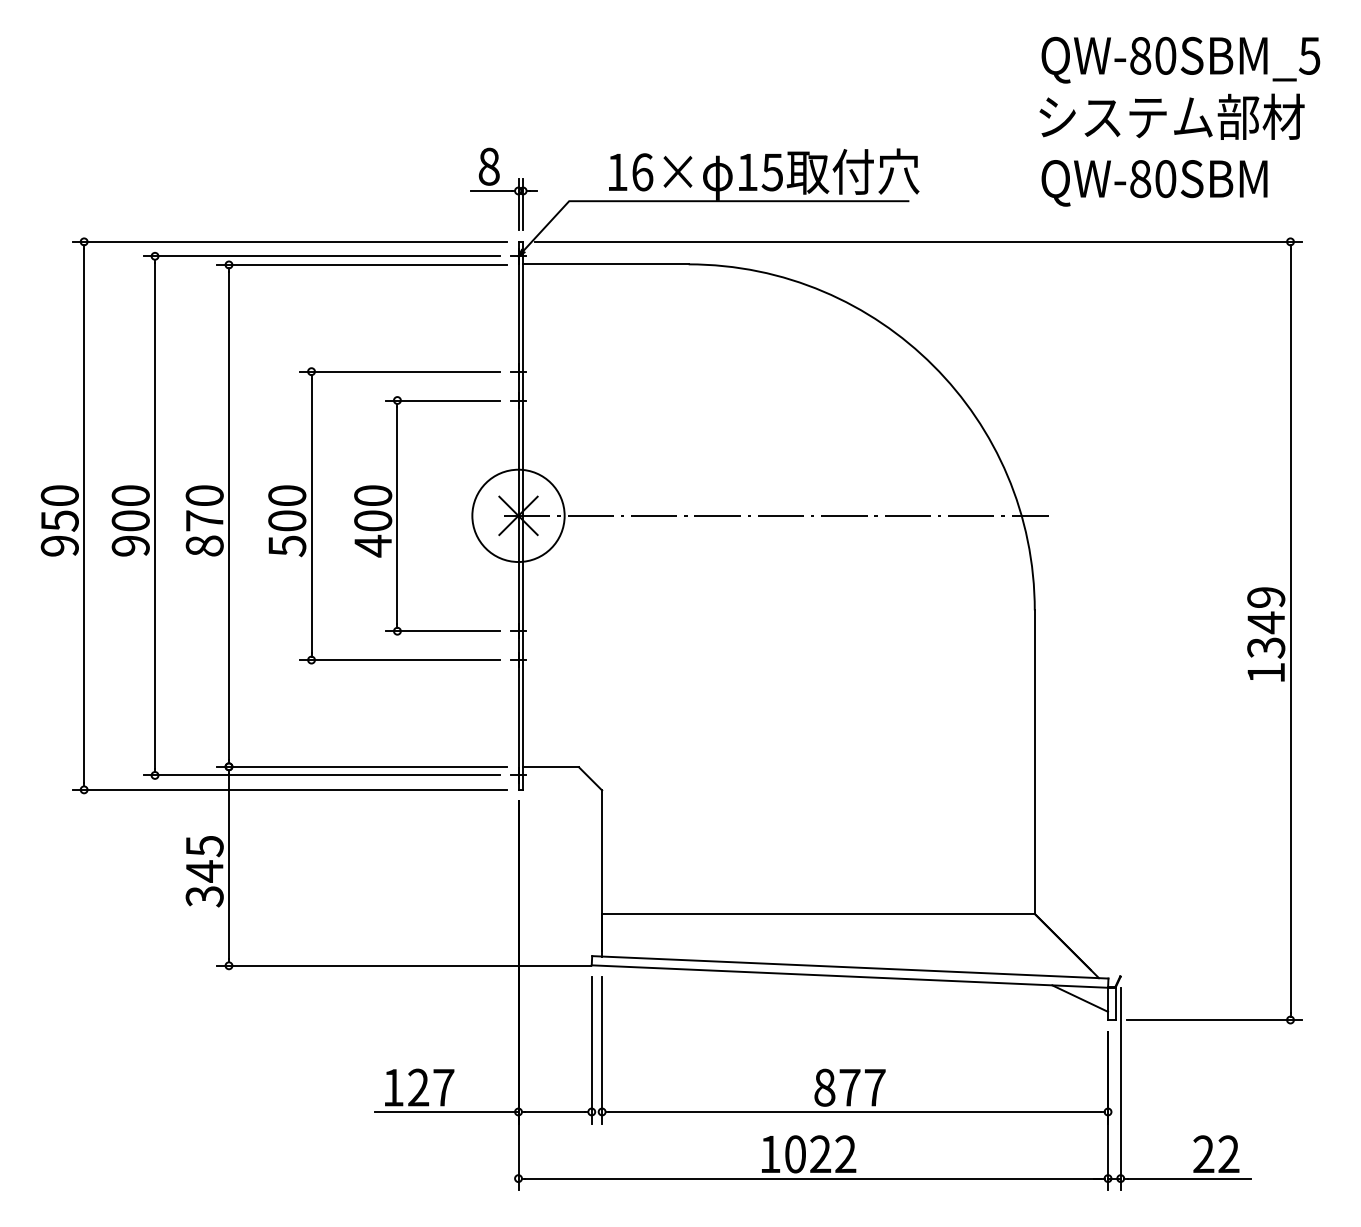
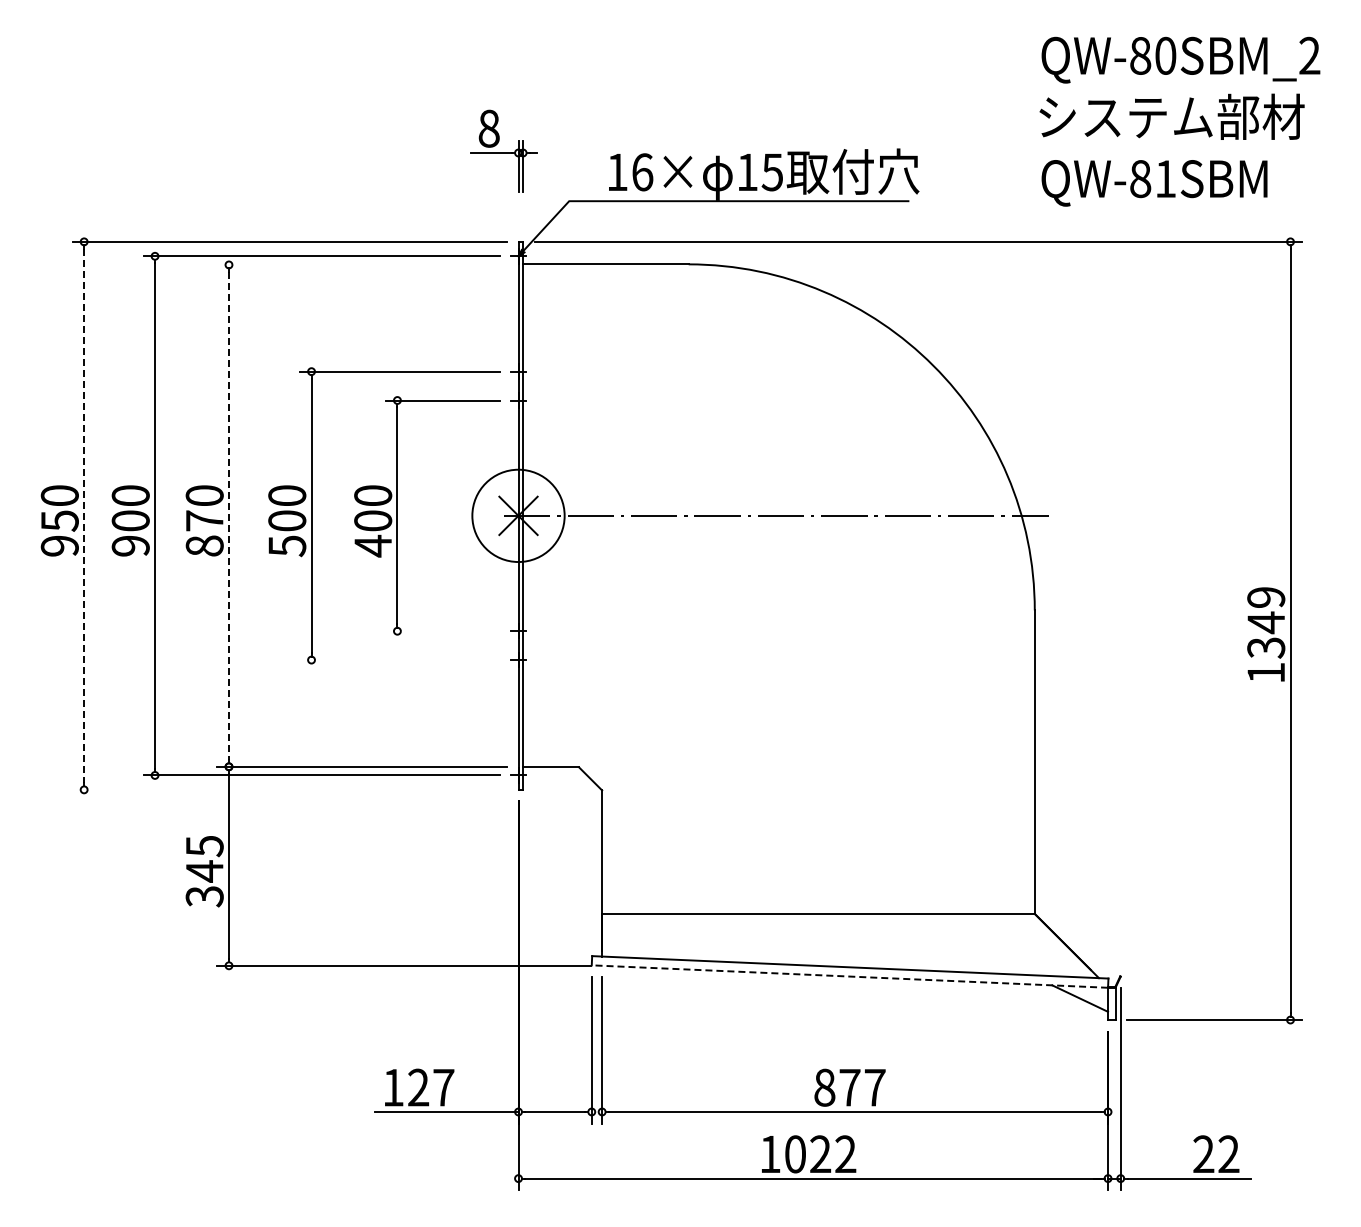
text at (1309, 55): QW-80SBM_5 -> QW-80SBM_2
text at (1165, 179): QW-80SBM -> QW-81SBM
part at (503, 188) position: (503, 188) -> (503, 150)
line at (361, 264): present -> none
line at (84, 516): solid -> dashed
line at (229, 516): solid -> dashed
line at (442, 631): present -> none
line at (399, 660): present -> none
line at (289, 789): present -> none
line at (849, 976): solid -> dashed
